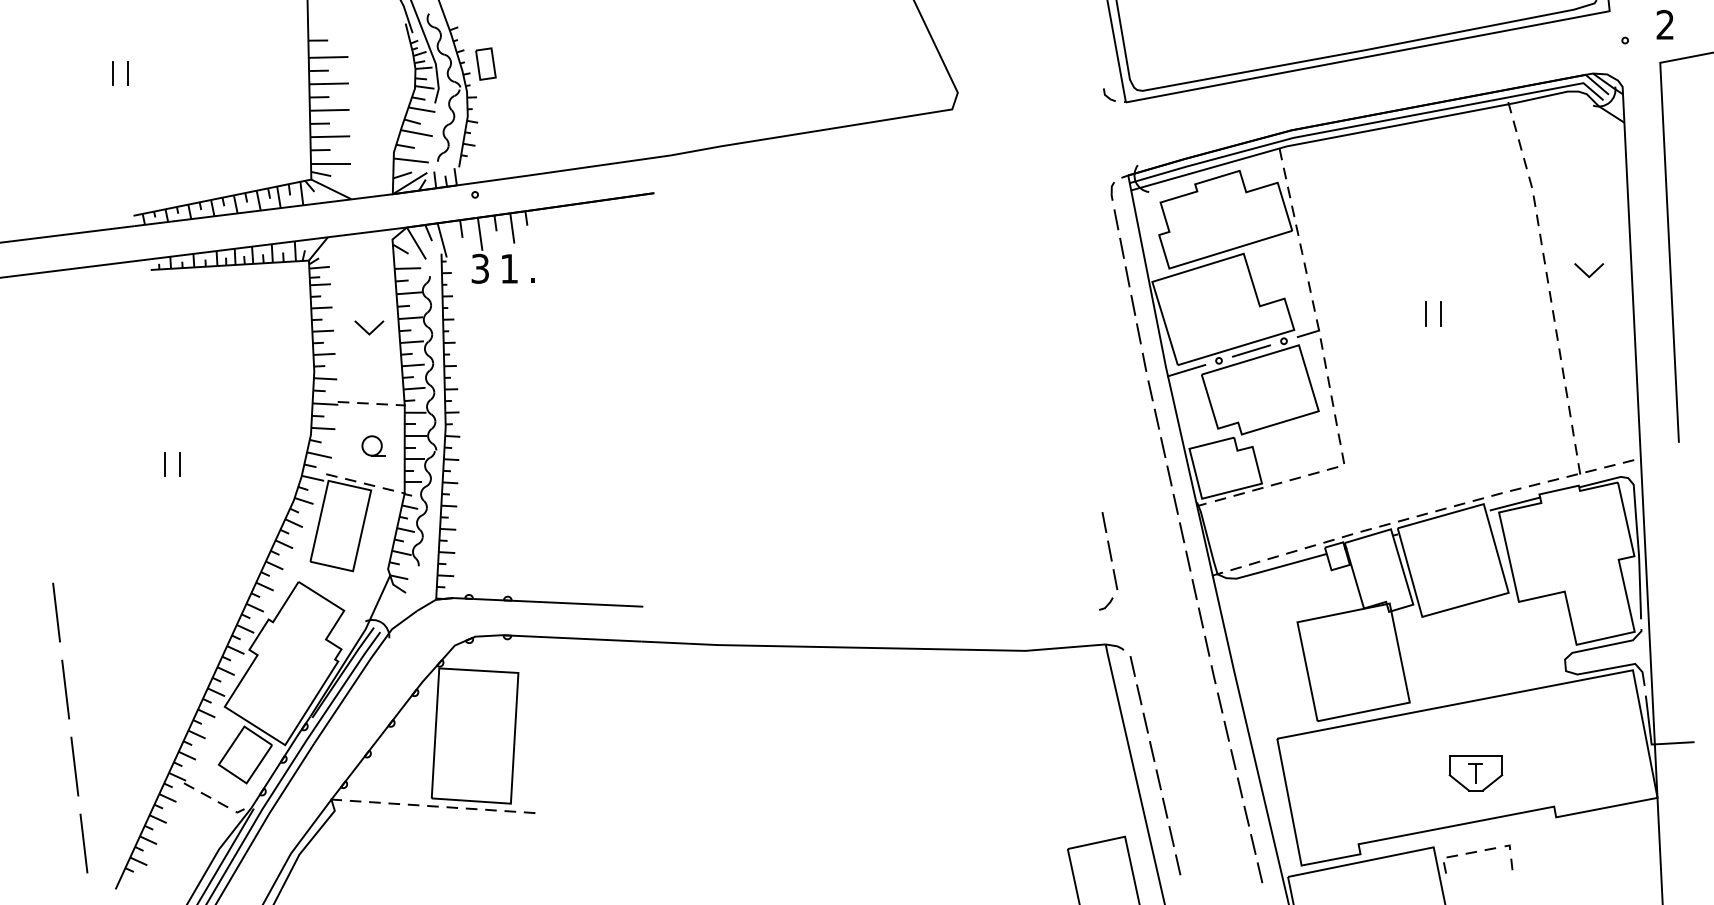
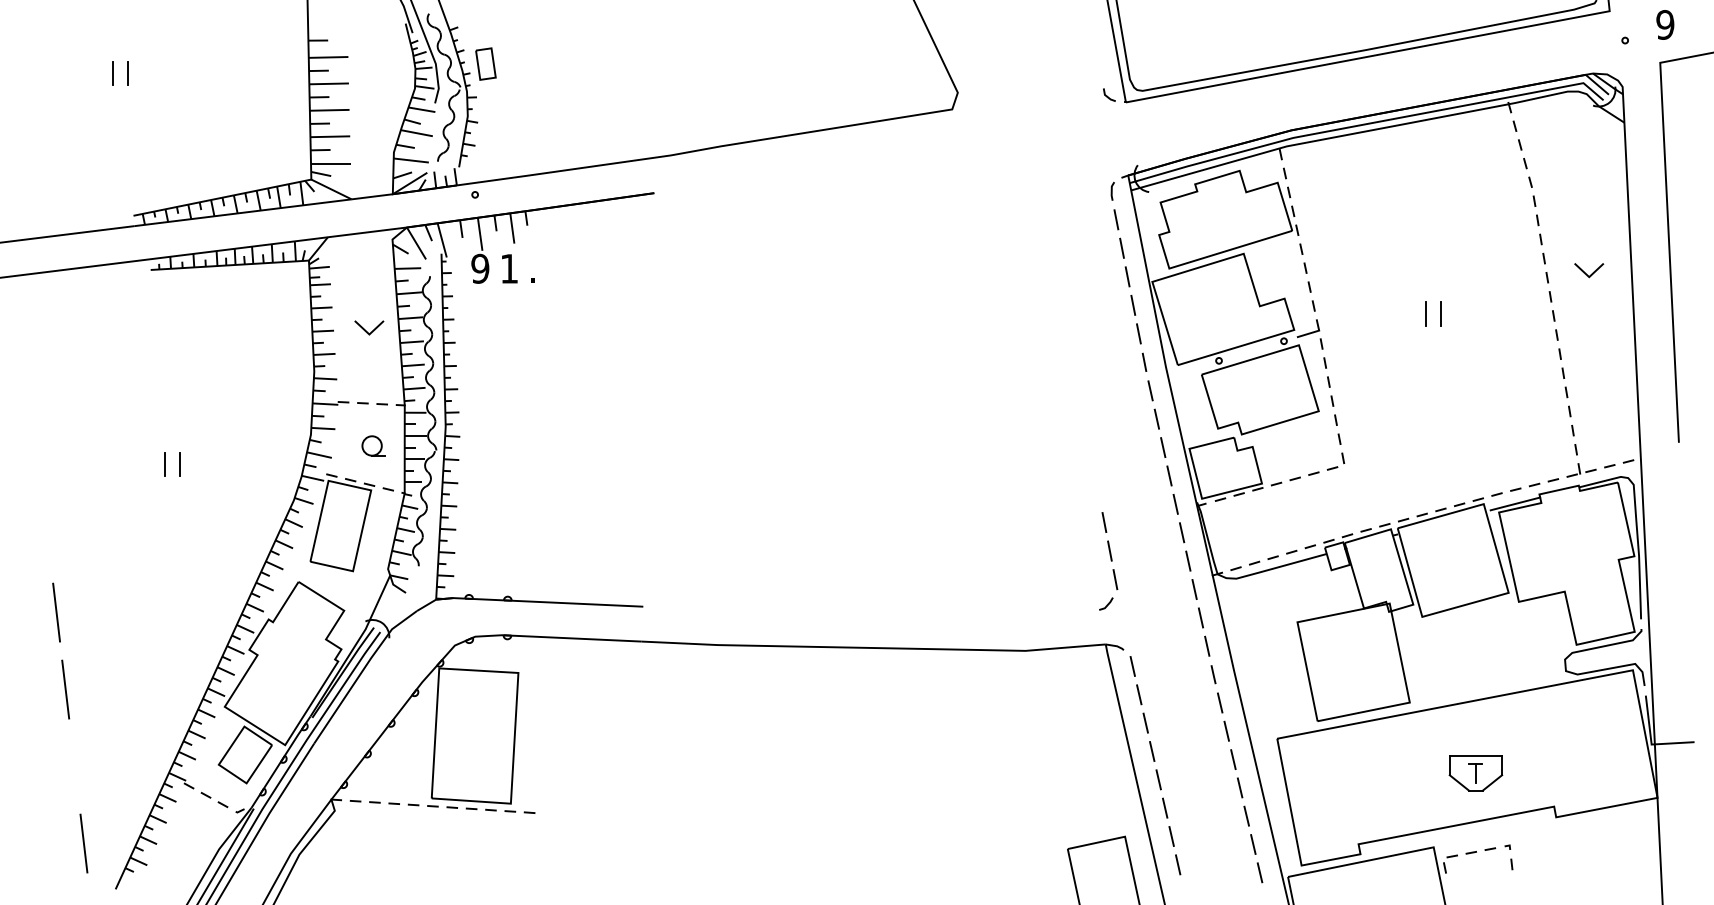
text at (1665, 24): 2 -> 9
text at (480, 268): 3 -> 9
line at (1251, 350): present -> none
line at (1186, 370): present -> none
line at (74, 766): present -> none
